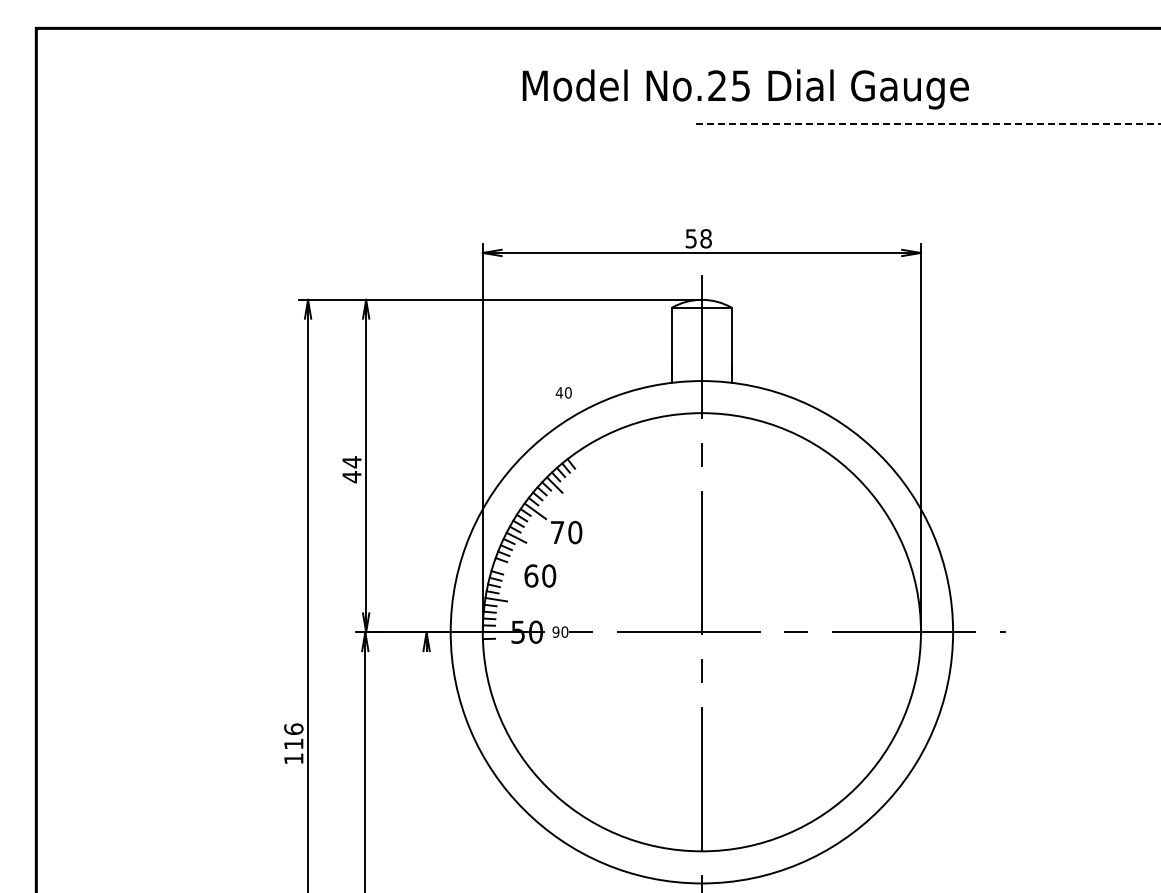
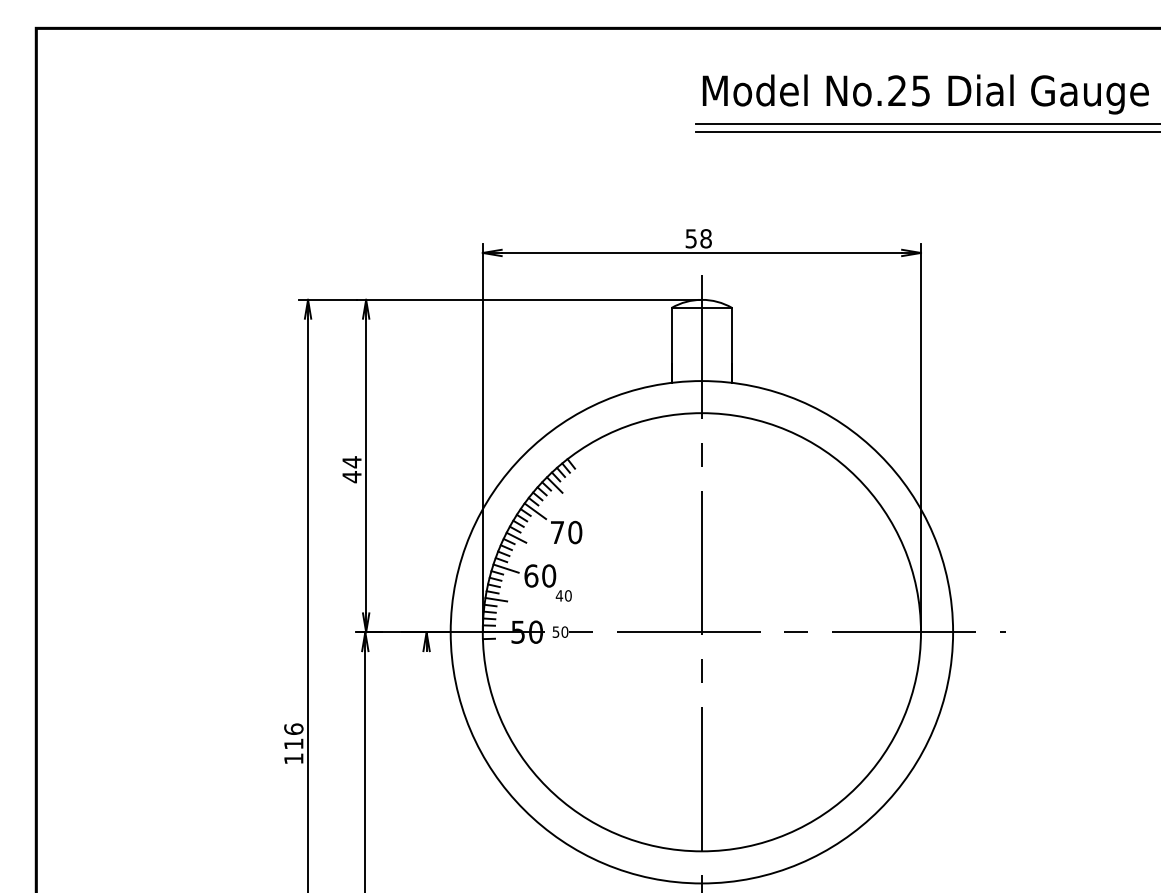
text at (745, 89) position: (745, 89) -> (925, 94)
line at (928, 124): dashed -> solid
line at (926, 131): none -> present
text at (563, 392) position: (563, 392) -> (563, 595)
line at (505, 568): none -> present
text at (555, 631): 90 -> 50
